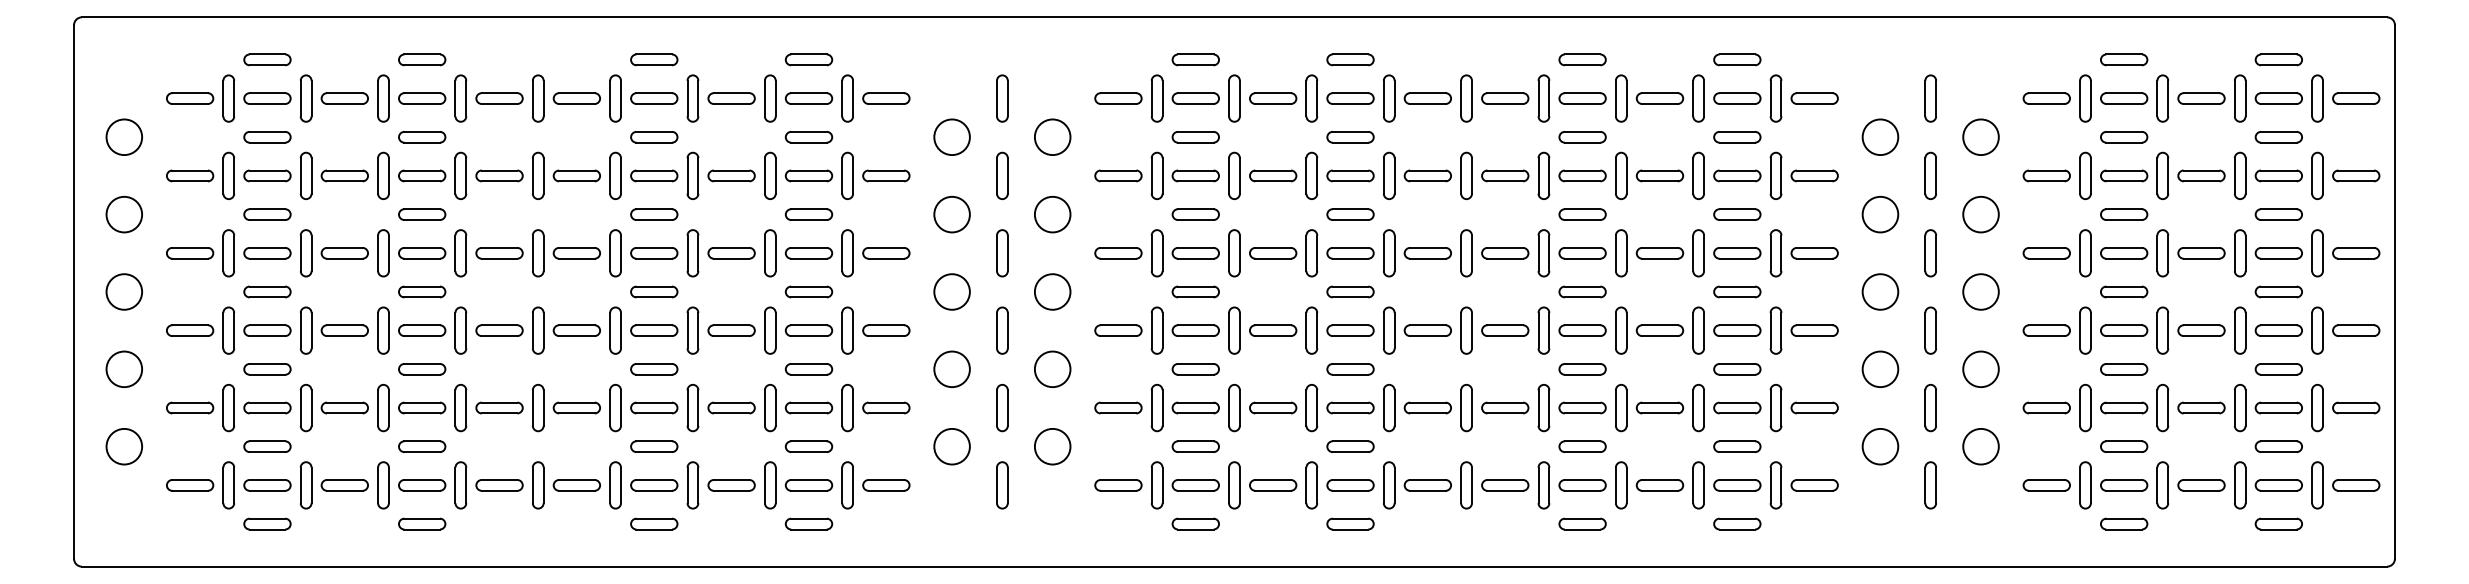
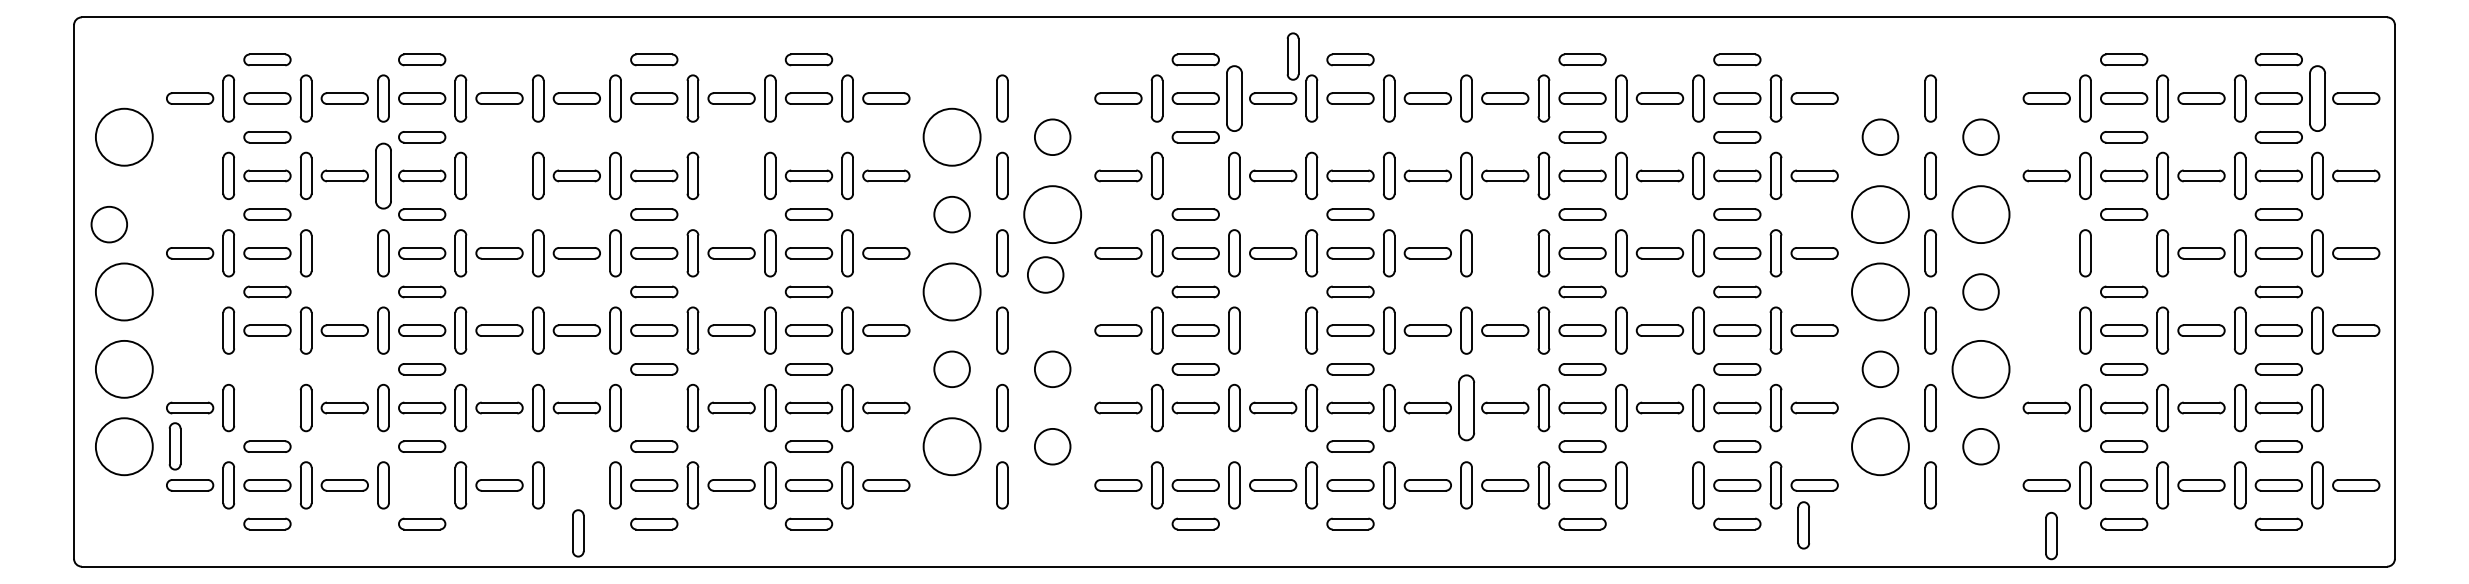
part at (1292, 56): none -> present
part at (1234, 98) size: 13x49 px -> 17x67 px
part at (2317, 98) size: 13x49 px -> 17x67 px
circle at (124, 137) diameter: 36 px -> 57 px
part at (654, 137): present -> none
part at (808, 137): present -> none
circle at (951, 137) diameter: 36 px -> 57 px
part at (1350, 137): present -> none
part at (190, 175): present -> none
part at (383, 175) size: 13x49 px -> 17x68 px
part at (499, 175): present -> none
part at (731, 175): present -> none
part at (1195, 175): present -> none
circle at (123, 214) position: (123, 214) -> (108, 224)
circle at (1052, 214) diameter: 36 px -> 57 px
circle at (1880, 214) diameter: 36 px -> 57 px
circle at (1980, 214) diameter: 36 px -> 57 px
part at (344, 253): present -> none
part at (1505, 253): present -> none
part at (2046, 253): present -> none
part at (2124, 253): present -> none
circle at (124, 291) diameter: 36 px -> 57 px
circle at (951, 291) diameter: 36 px -> 57 px
circle at (1052, 291) position: (1052, 291) -> (1045, 274)
circle at (1880, 291) diameter: 36 px -> 57 px
part at (190, 330): present -> none
part at (1273, 330): present -> none
part at (2046, 330): present -> none
circle at (124, 369) diameter: 36 px -> 57 px
part at (267, 369): present -> none
circle at (1980, 369) diameter: 36 px -> 57 px
part at (267, 407): present -> none
part at (654, 407): present -> none
part at (2356, 407): present -> none
part at (1466, 408) size: 13x49 px -> 18x68 px
circle at (124, 446) diameter: 36 px -> 57 px
part at (174, 446): none -> present
circle at (951, 446) diameter: 36 px -> 57 px
part at (1195, 446): present -> none
circle at (1880, 446) diameter: 36 px -> 57 px
part at (422, 485): present -> none
part at (576, 485): present -> none
part at (1659, 485): present -> none
part at (1803, 525): none -> present
part at (578, 533): none -> present
part at (2051, 536): none -> present
